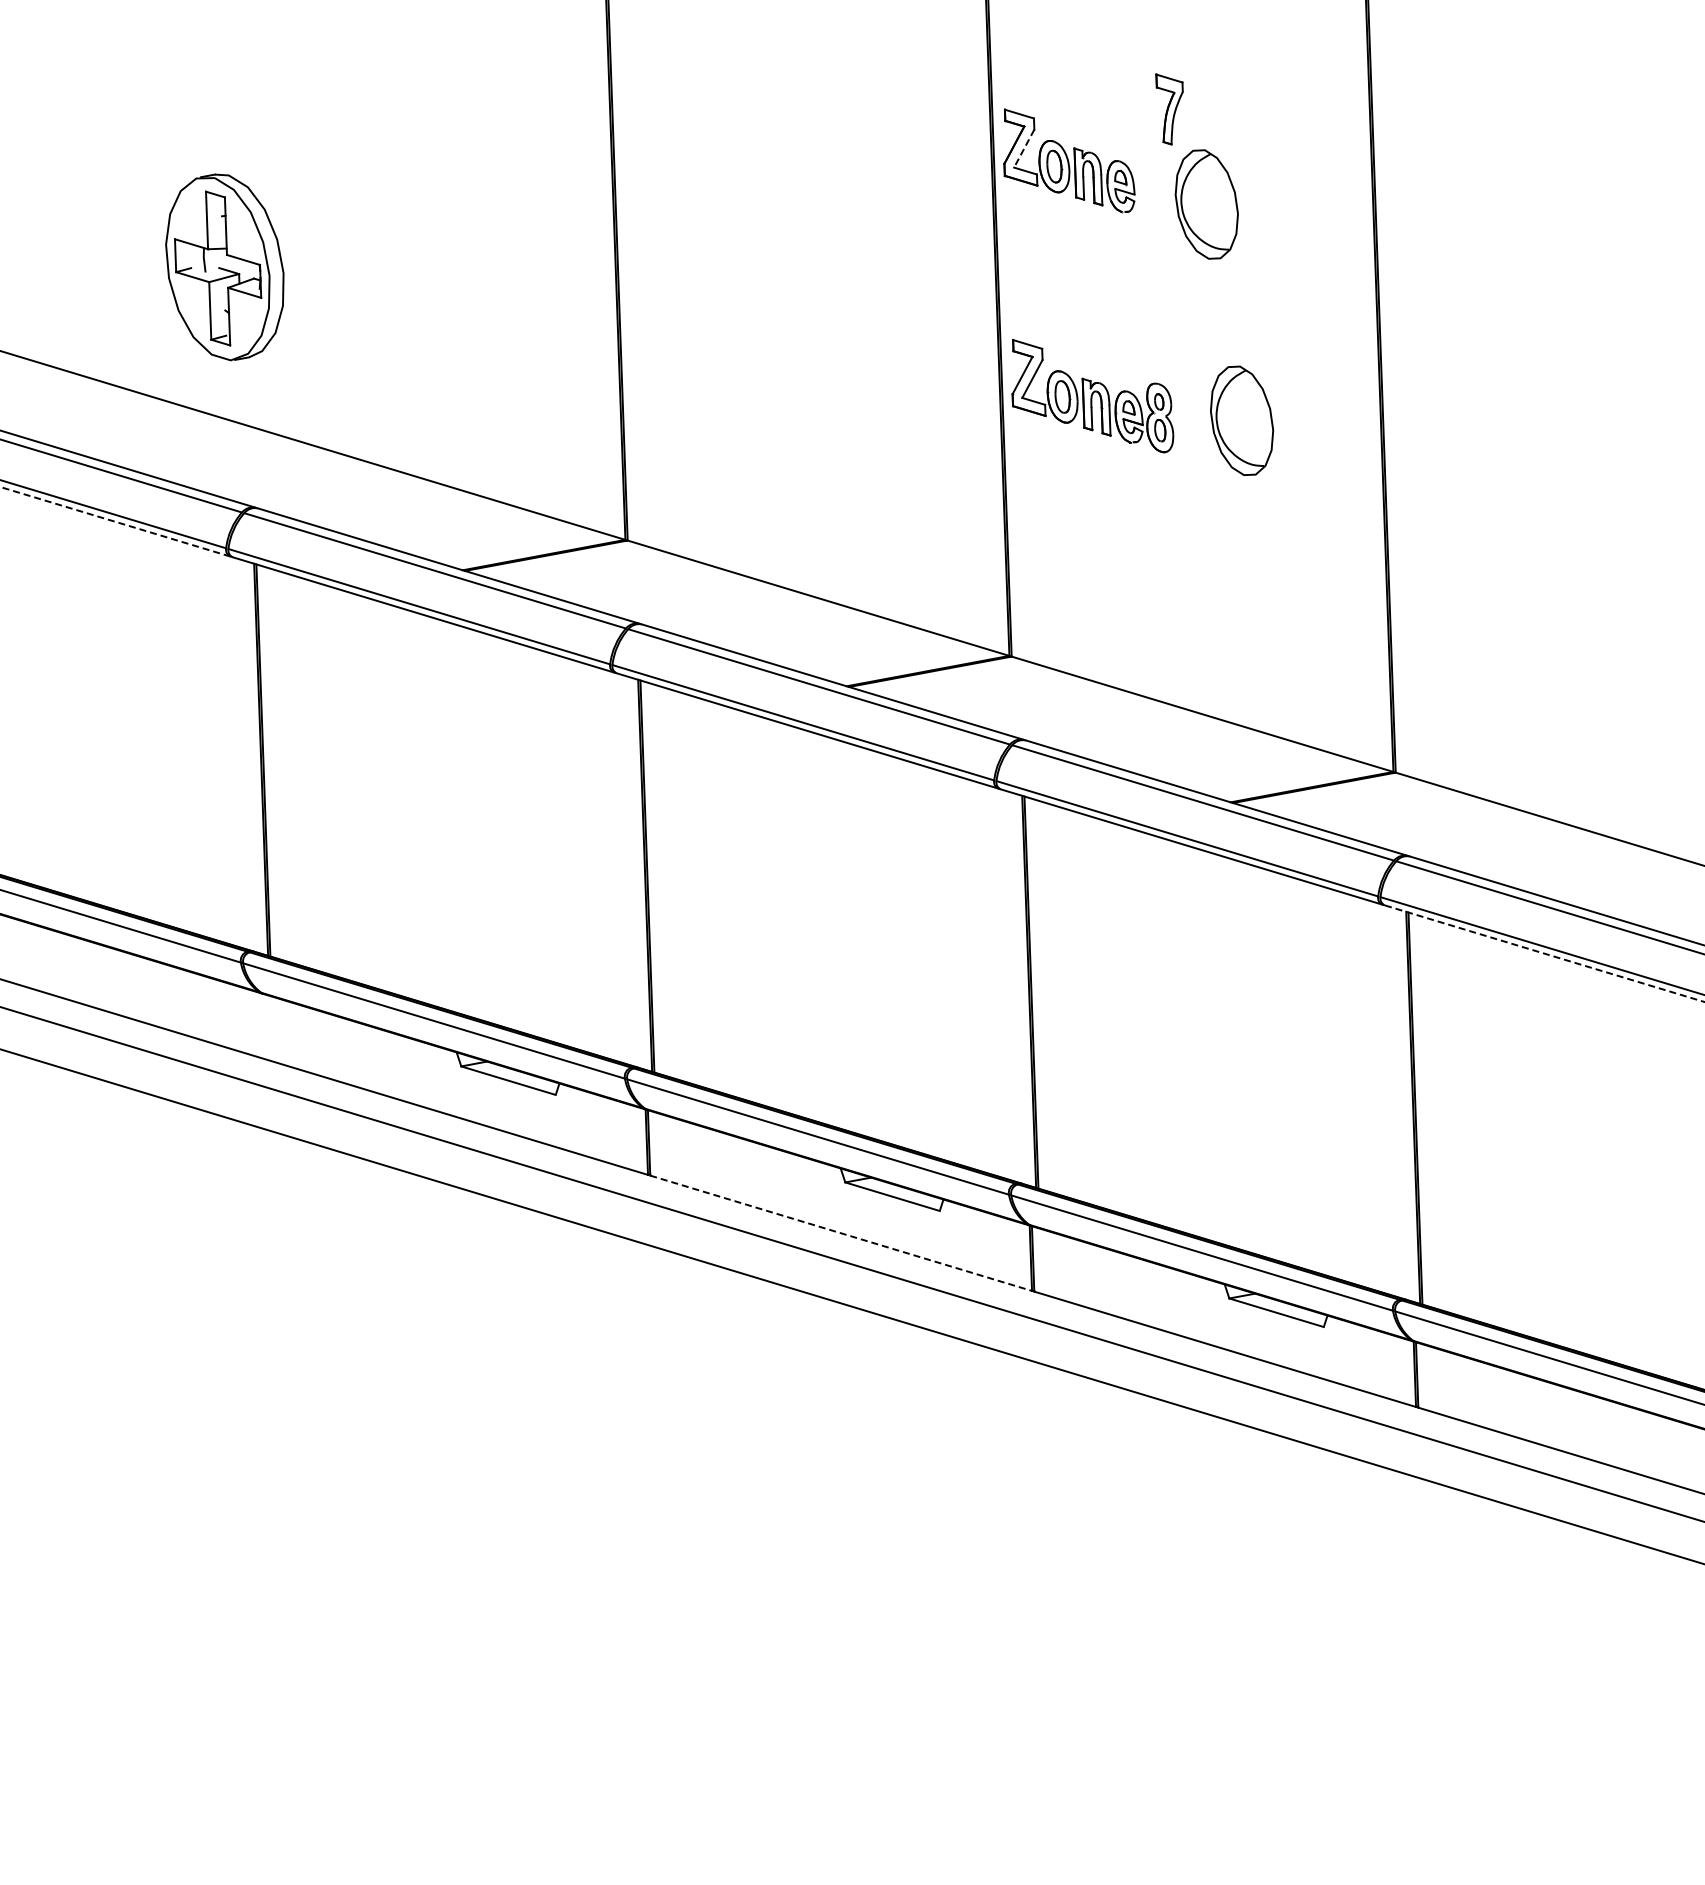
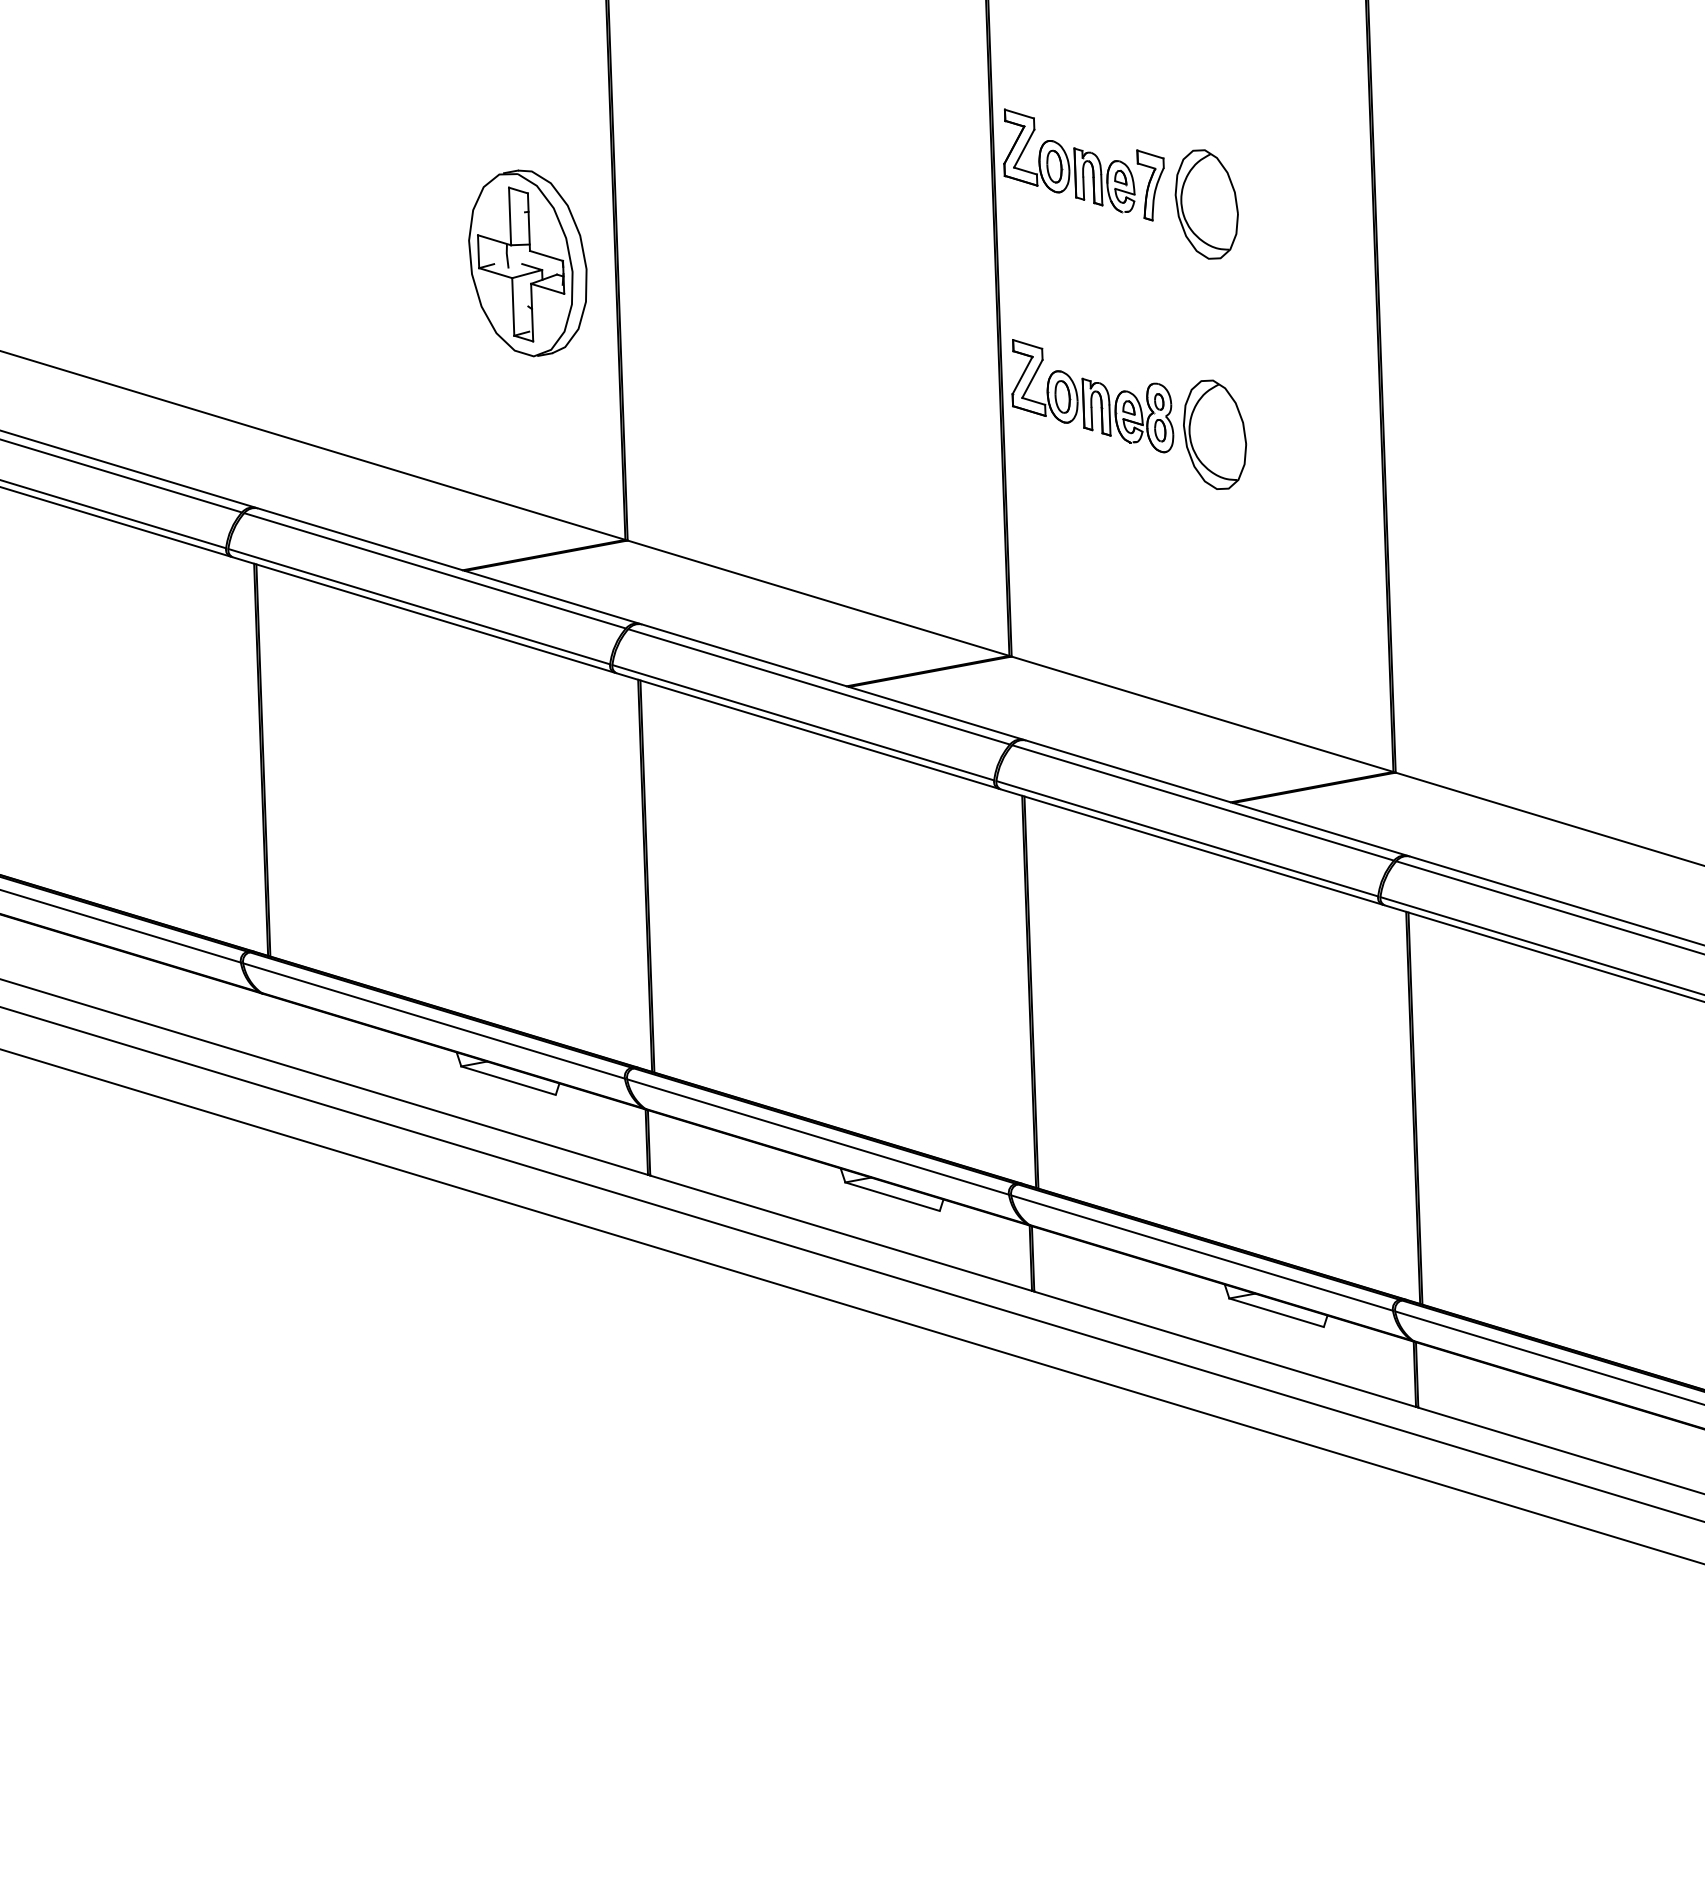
part at (1169, 109) position: (1169, 109) -> (1150, 185)
line at (1024, 148): dashed -> solid
part at (224, 267) position: (224, 267) -> (527, 263)
part at (1242, 420) position: (1242, 420) -> (1215, 434)
line at (115, 521): dashed -> solid
line at (1544, 953): dashed -> solid
line at (841, 1233): dashed -> solid
